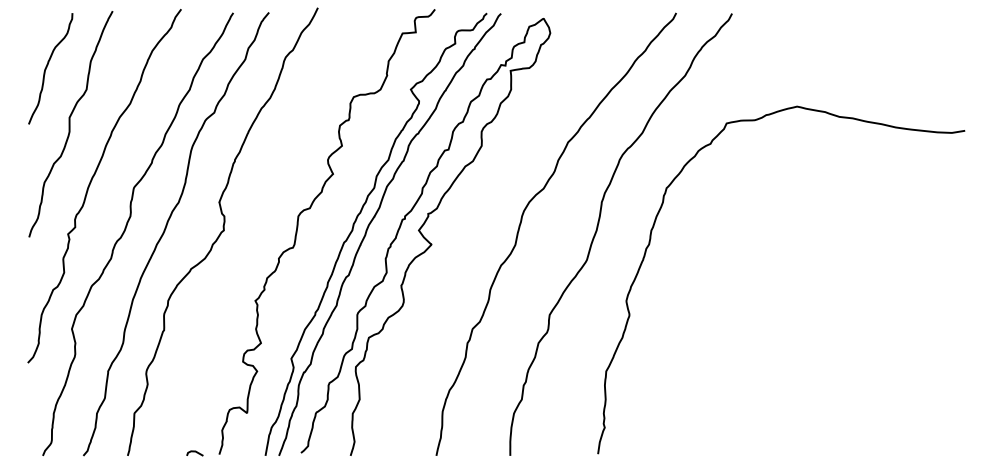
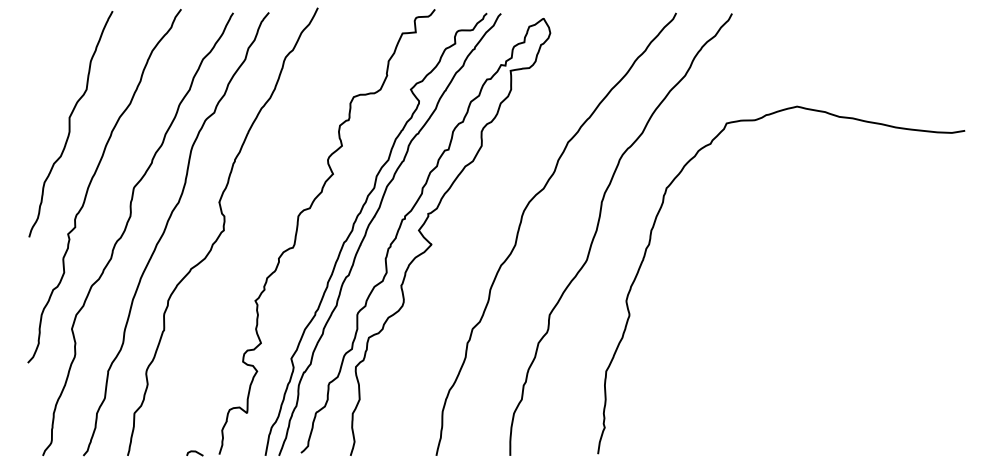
curve at (47, 67): present -> none
